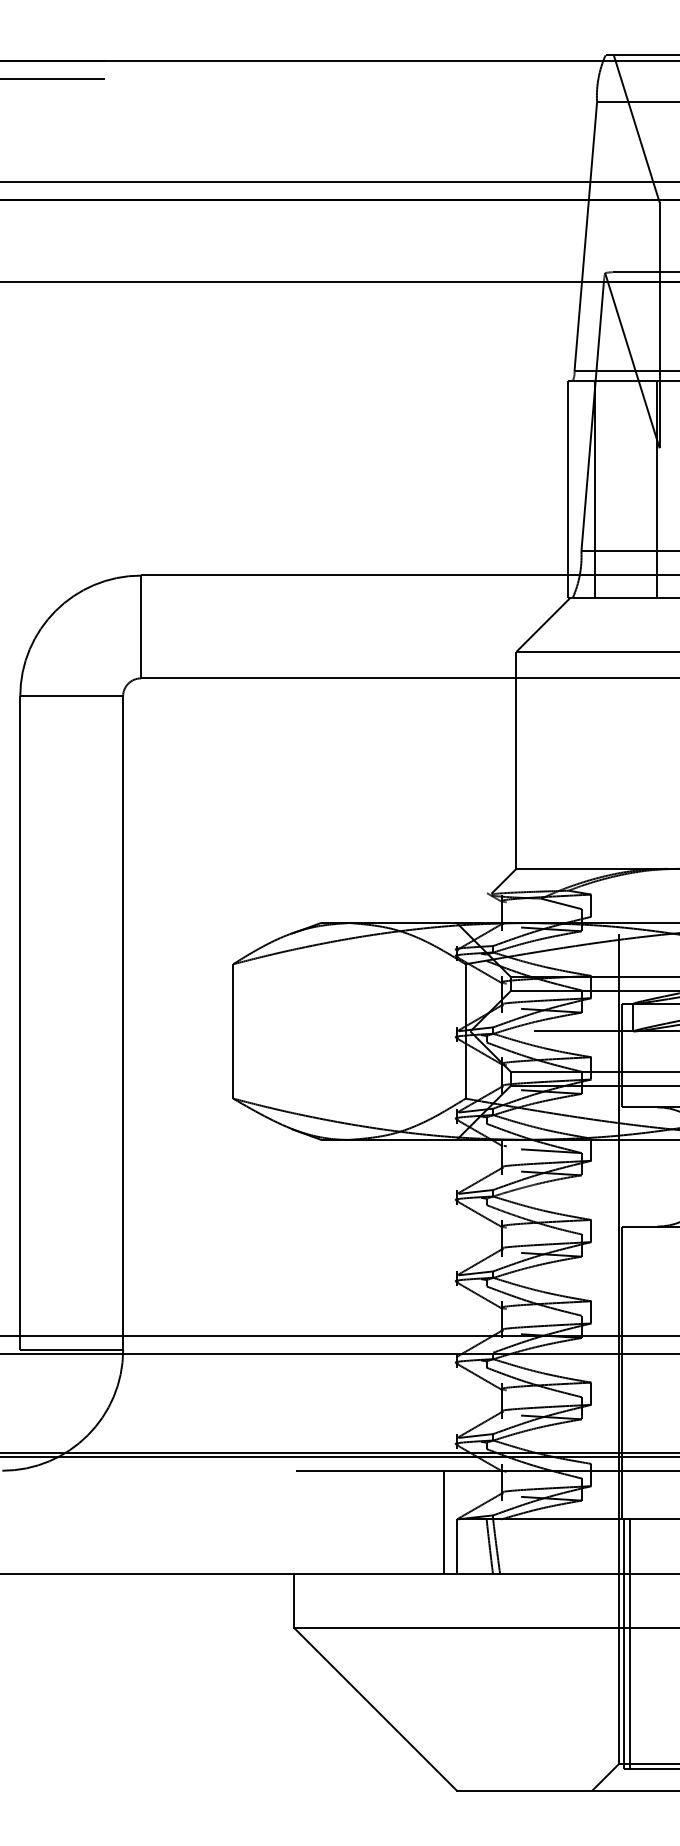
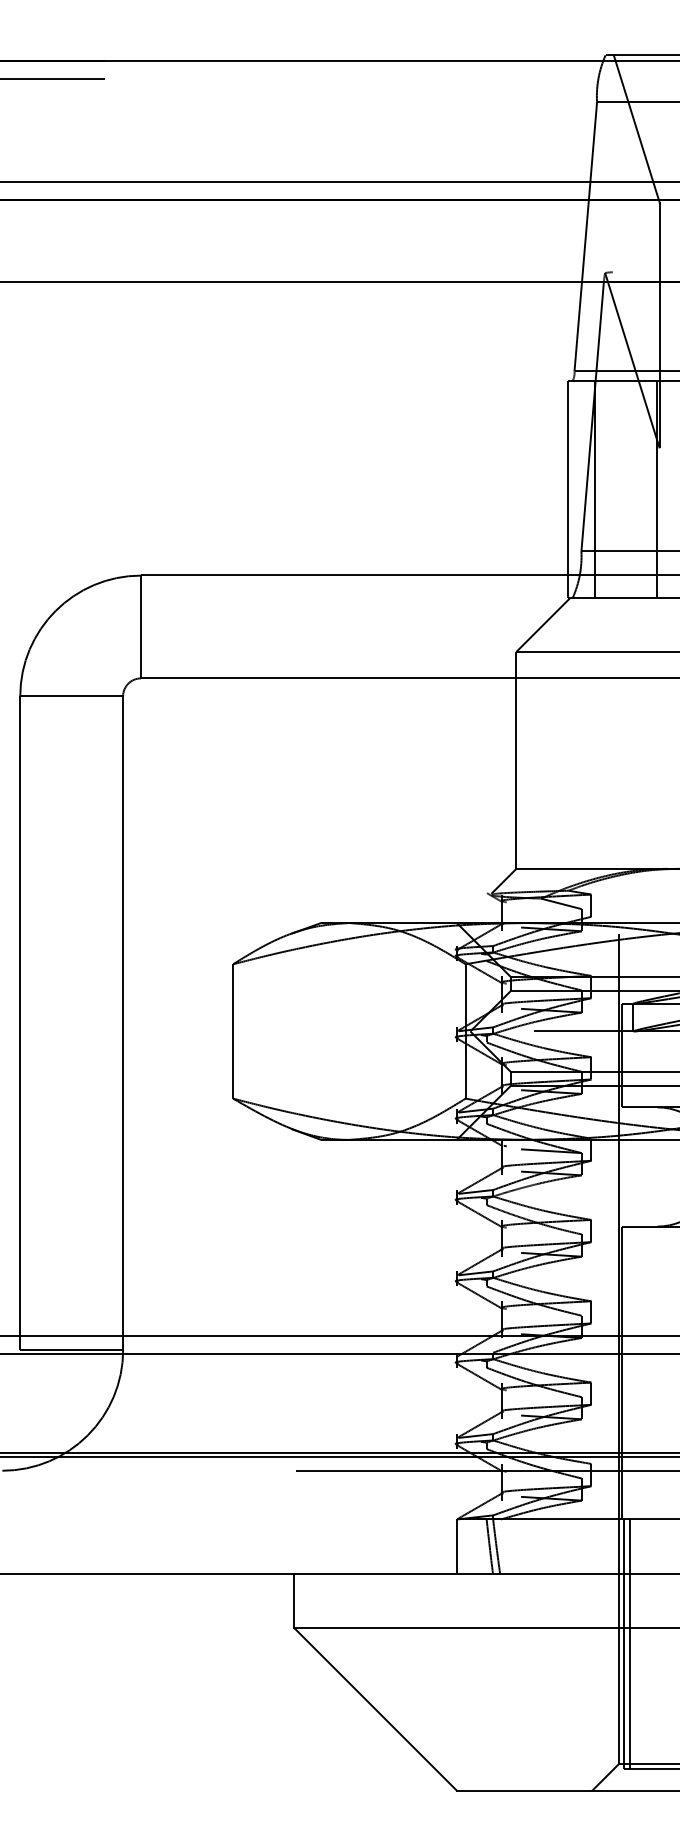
line at (644, 272): present -> none
line at (443, 1521): present -> none
